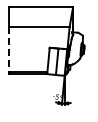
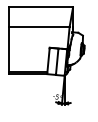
line at (9, 50): dashed -> solid
